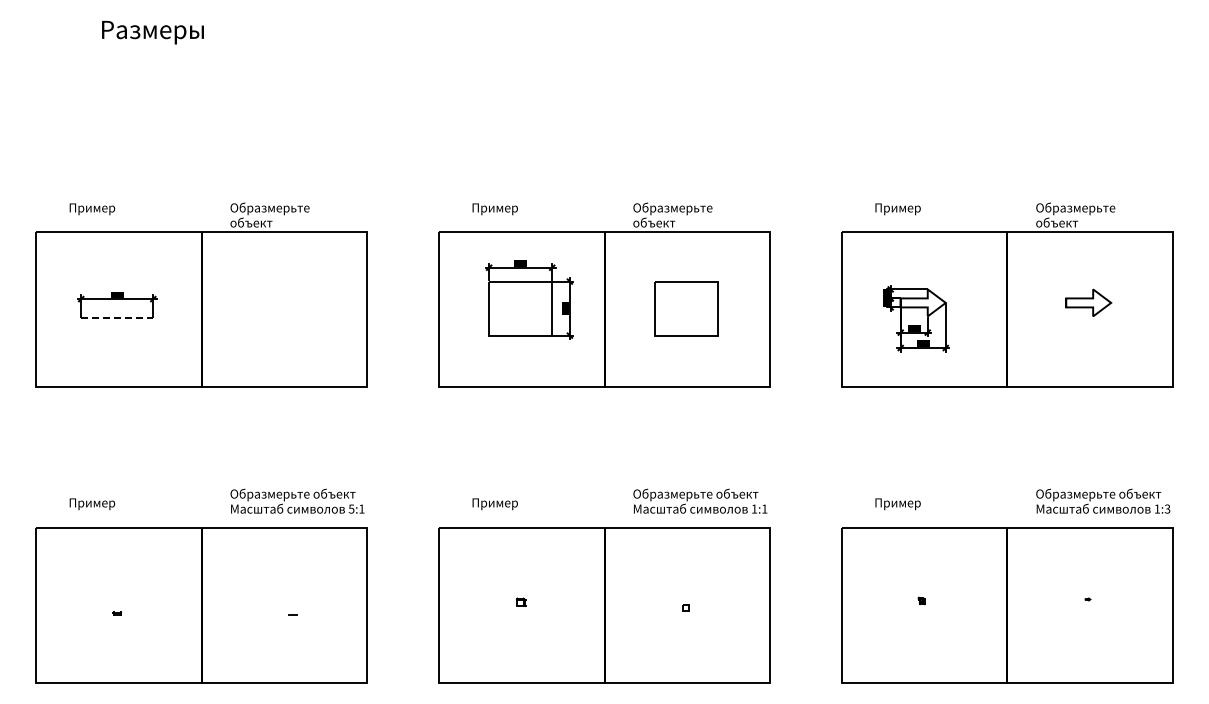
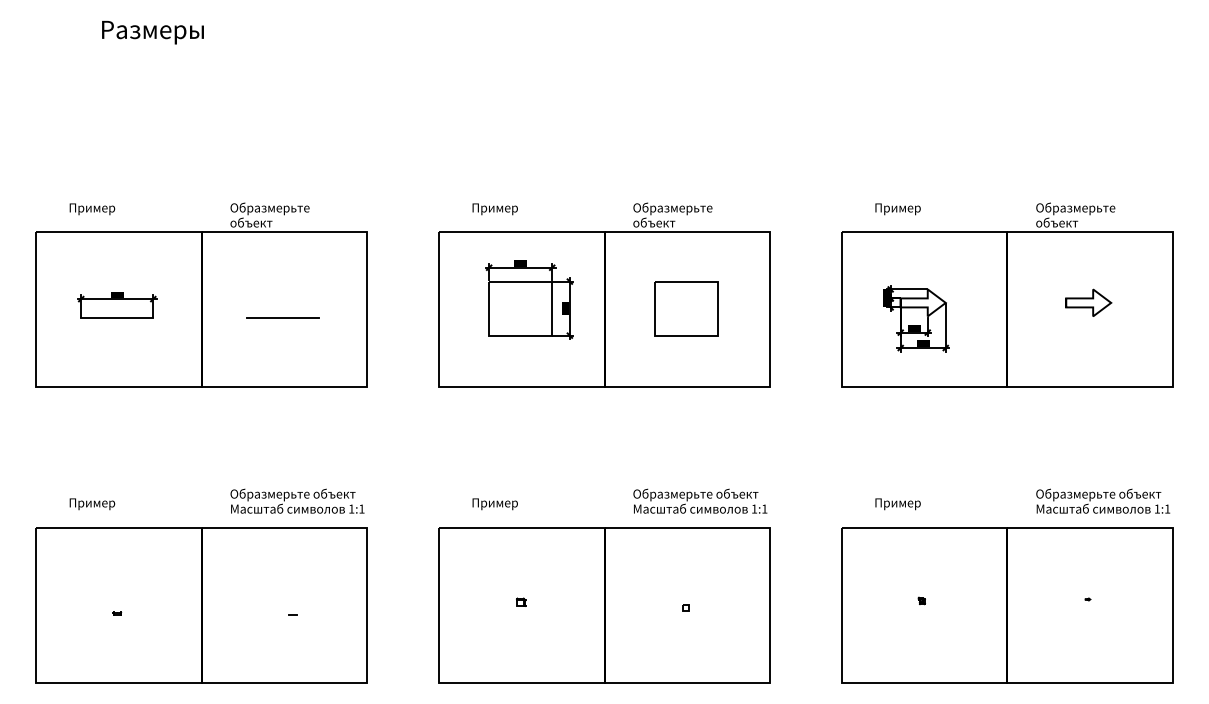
line at (117, 318): dashed -> solid
line at (282, 318): none -> present
text at (351, 508): 5:1 -> 1:1
text at (1167, 508): 1:3 -> 1:1
